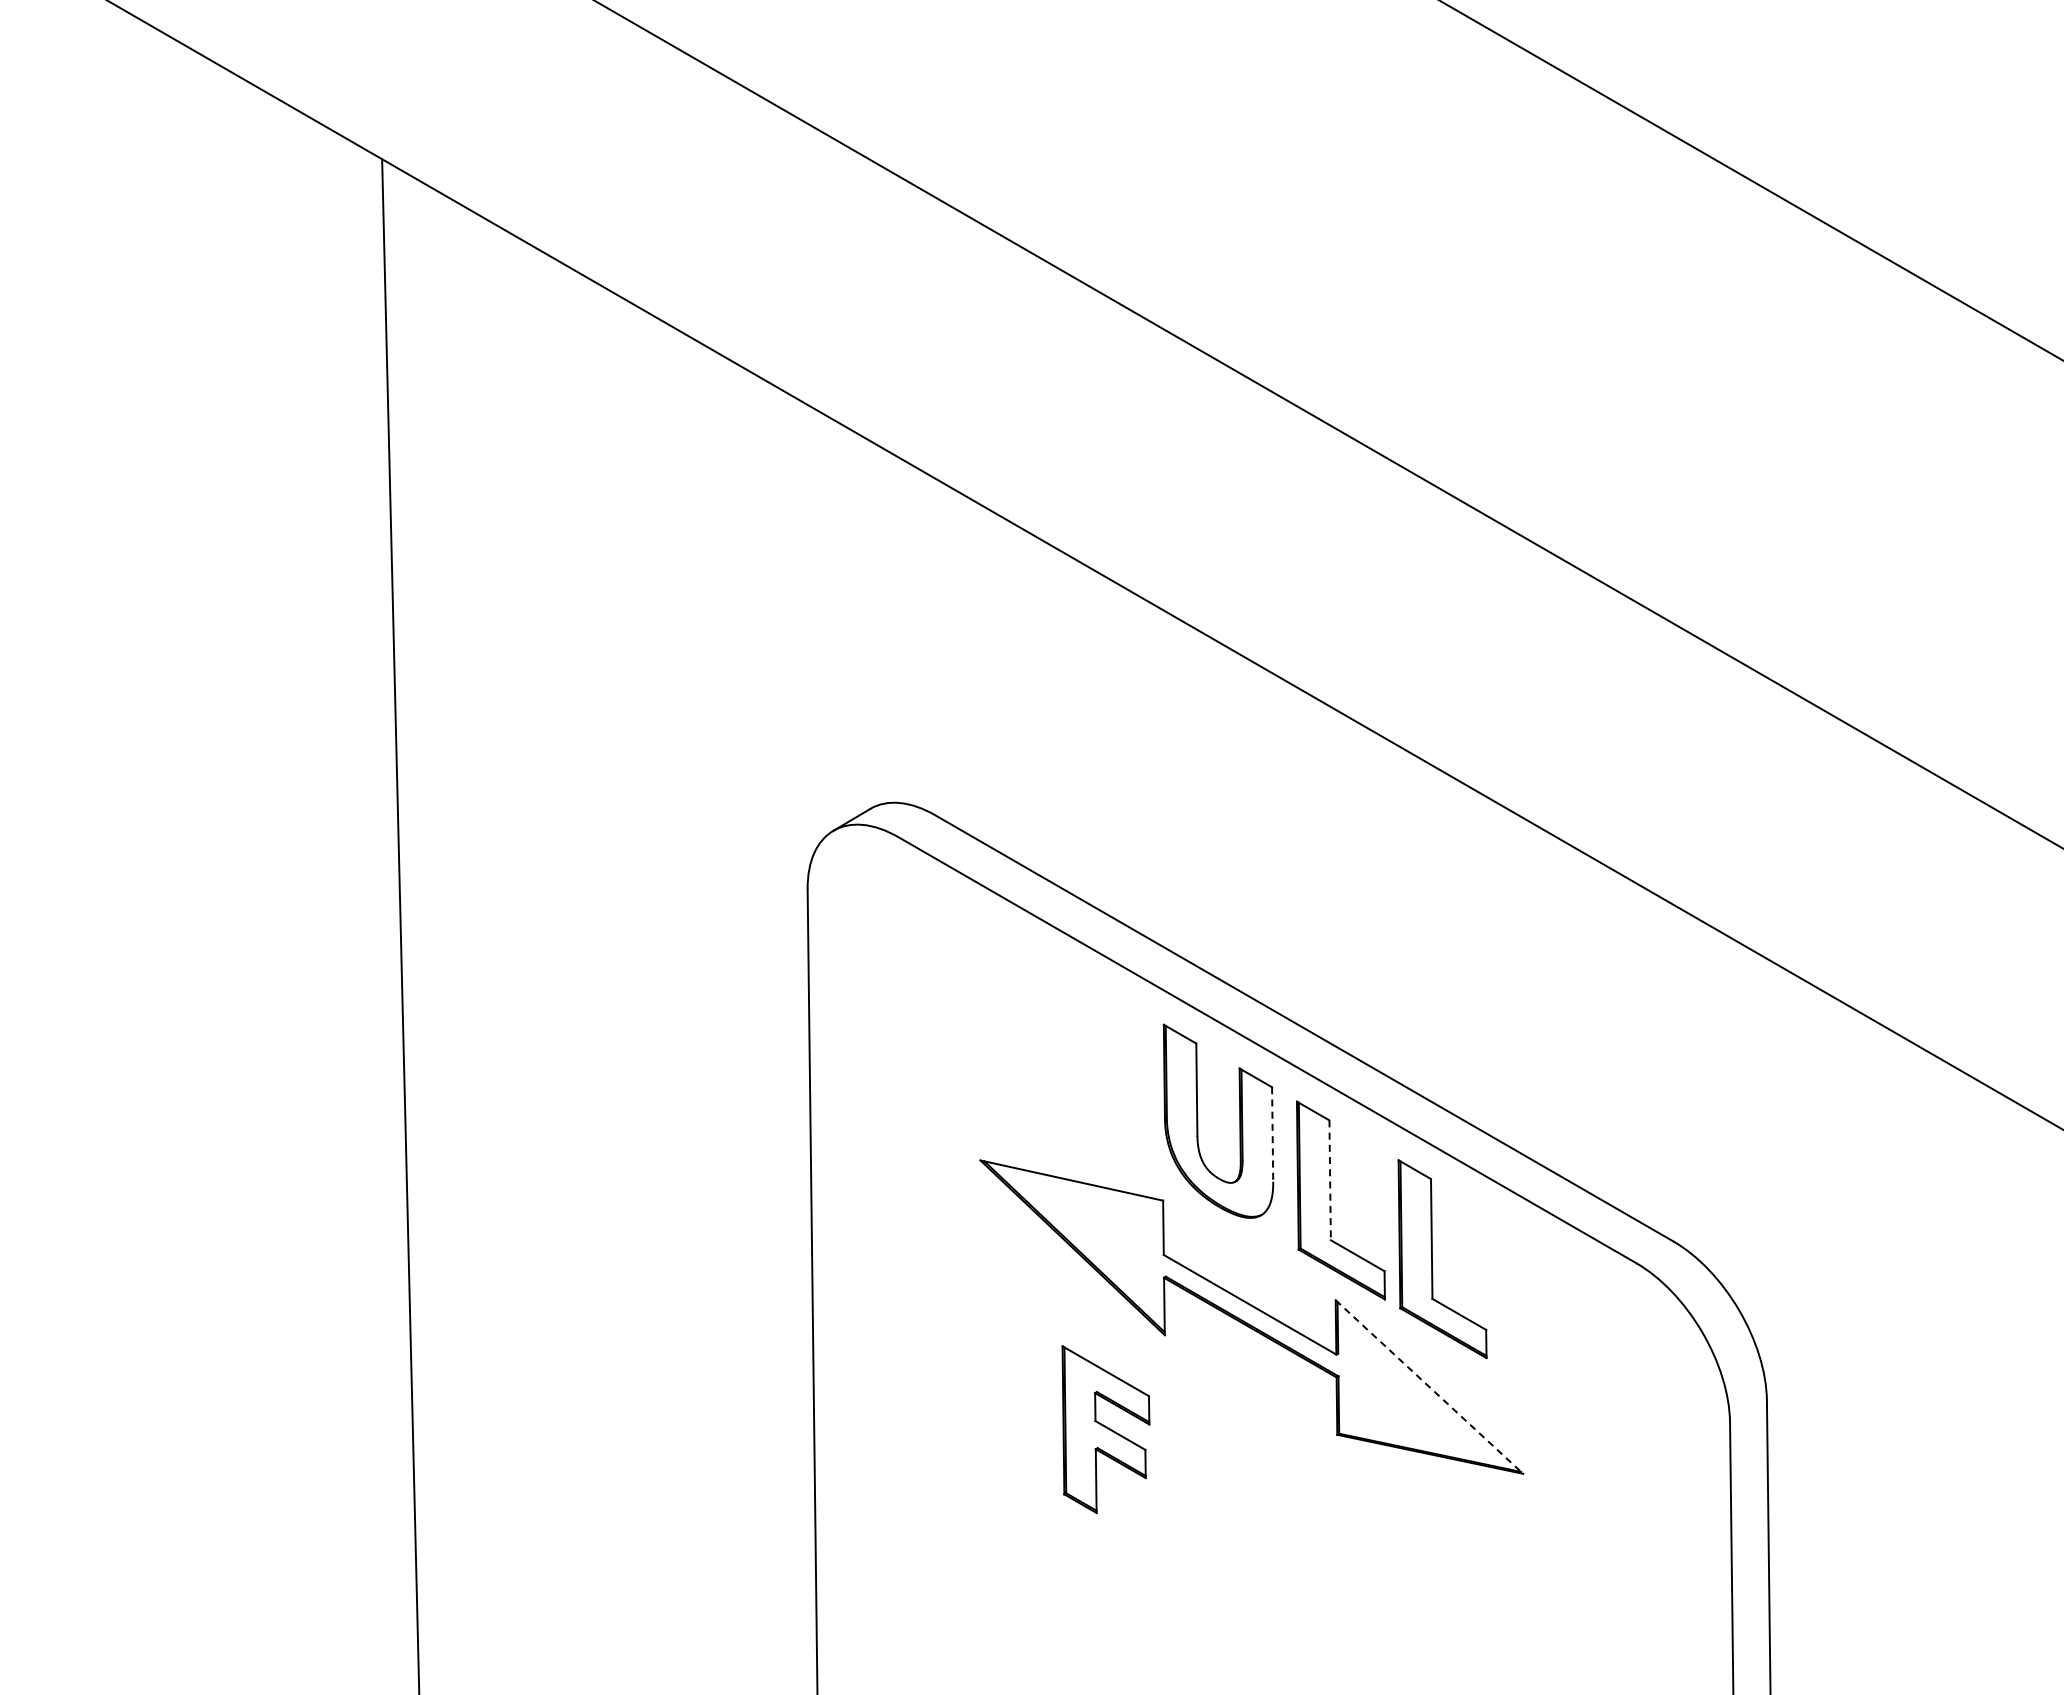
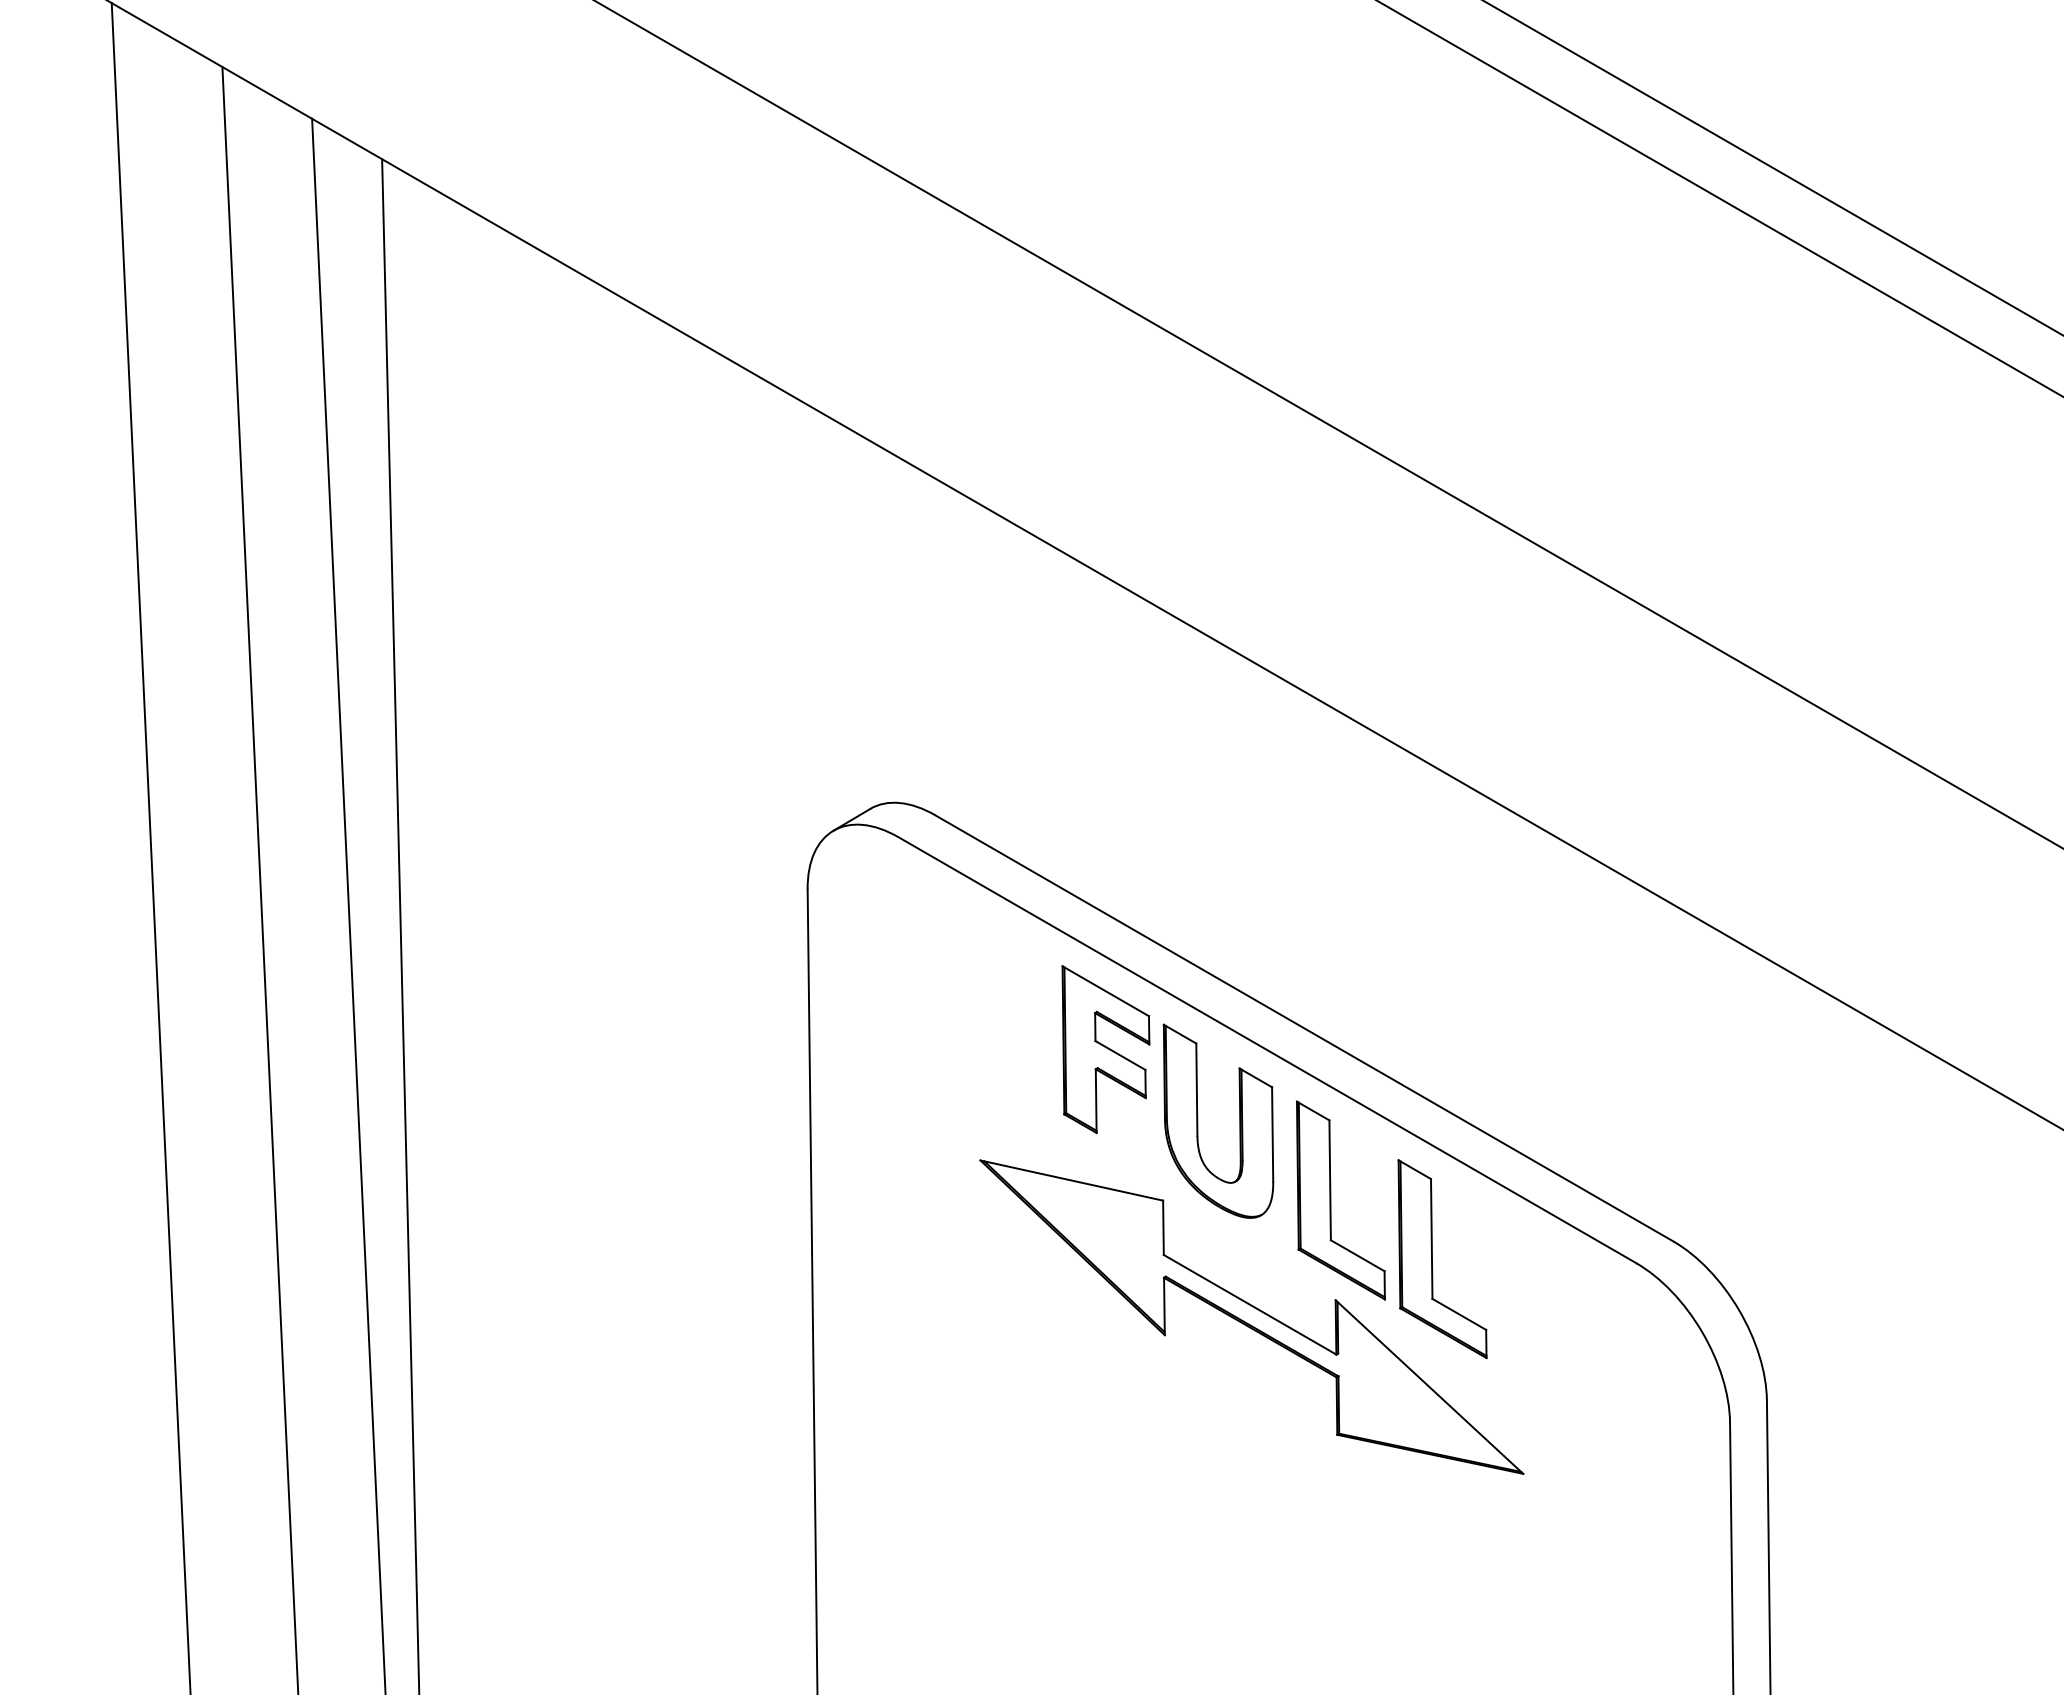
line at (1772, 168): none -> present
line at (1751, 180) position: (1751, 180) -> (1719, 198)
line at (150, 847): none -> present
line at (260, 879): none -> present
line at (348, 904): none -> present
line at (1272, 1134): dashed -> solid
line at (1330, 1180): dashed -> solid
line at (1429, 1387): dashed -> solid
part at (1105, 1429) position: (1105, 1429) -> (1105, 1049)
